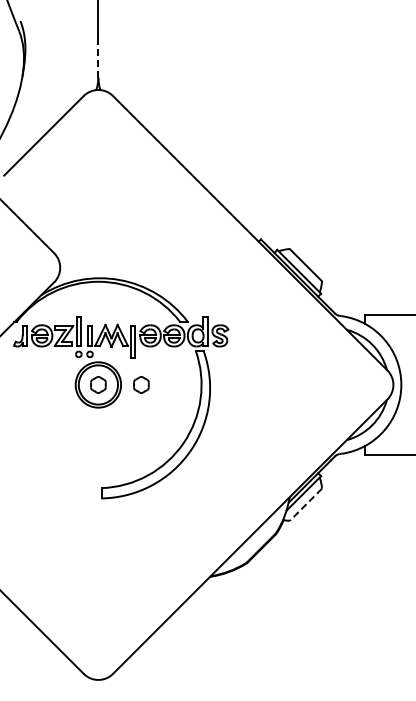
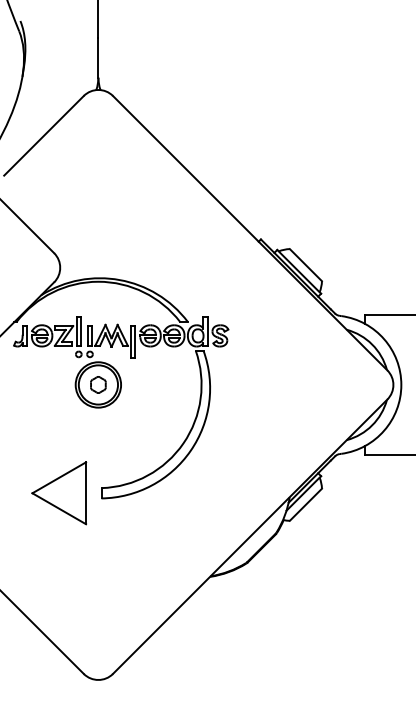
line at (98, 57): dashed -> solid
part at (141, 384): present -> none
part at (59, 493): none -> present
line at (305, 504): dashed -> solid
